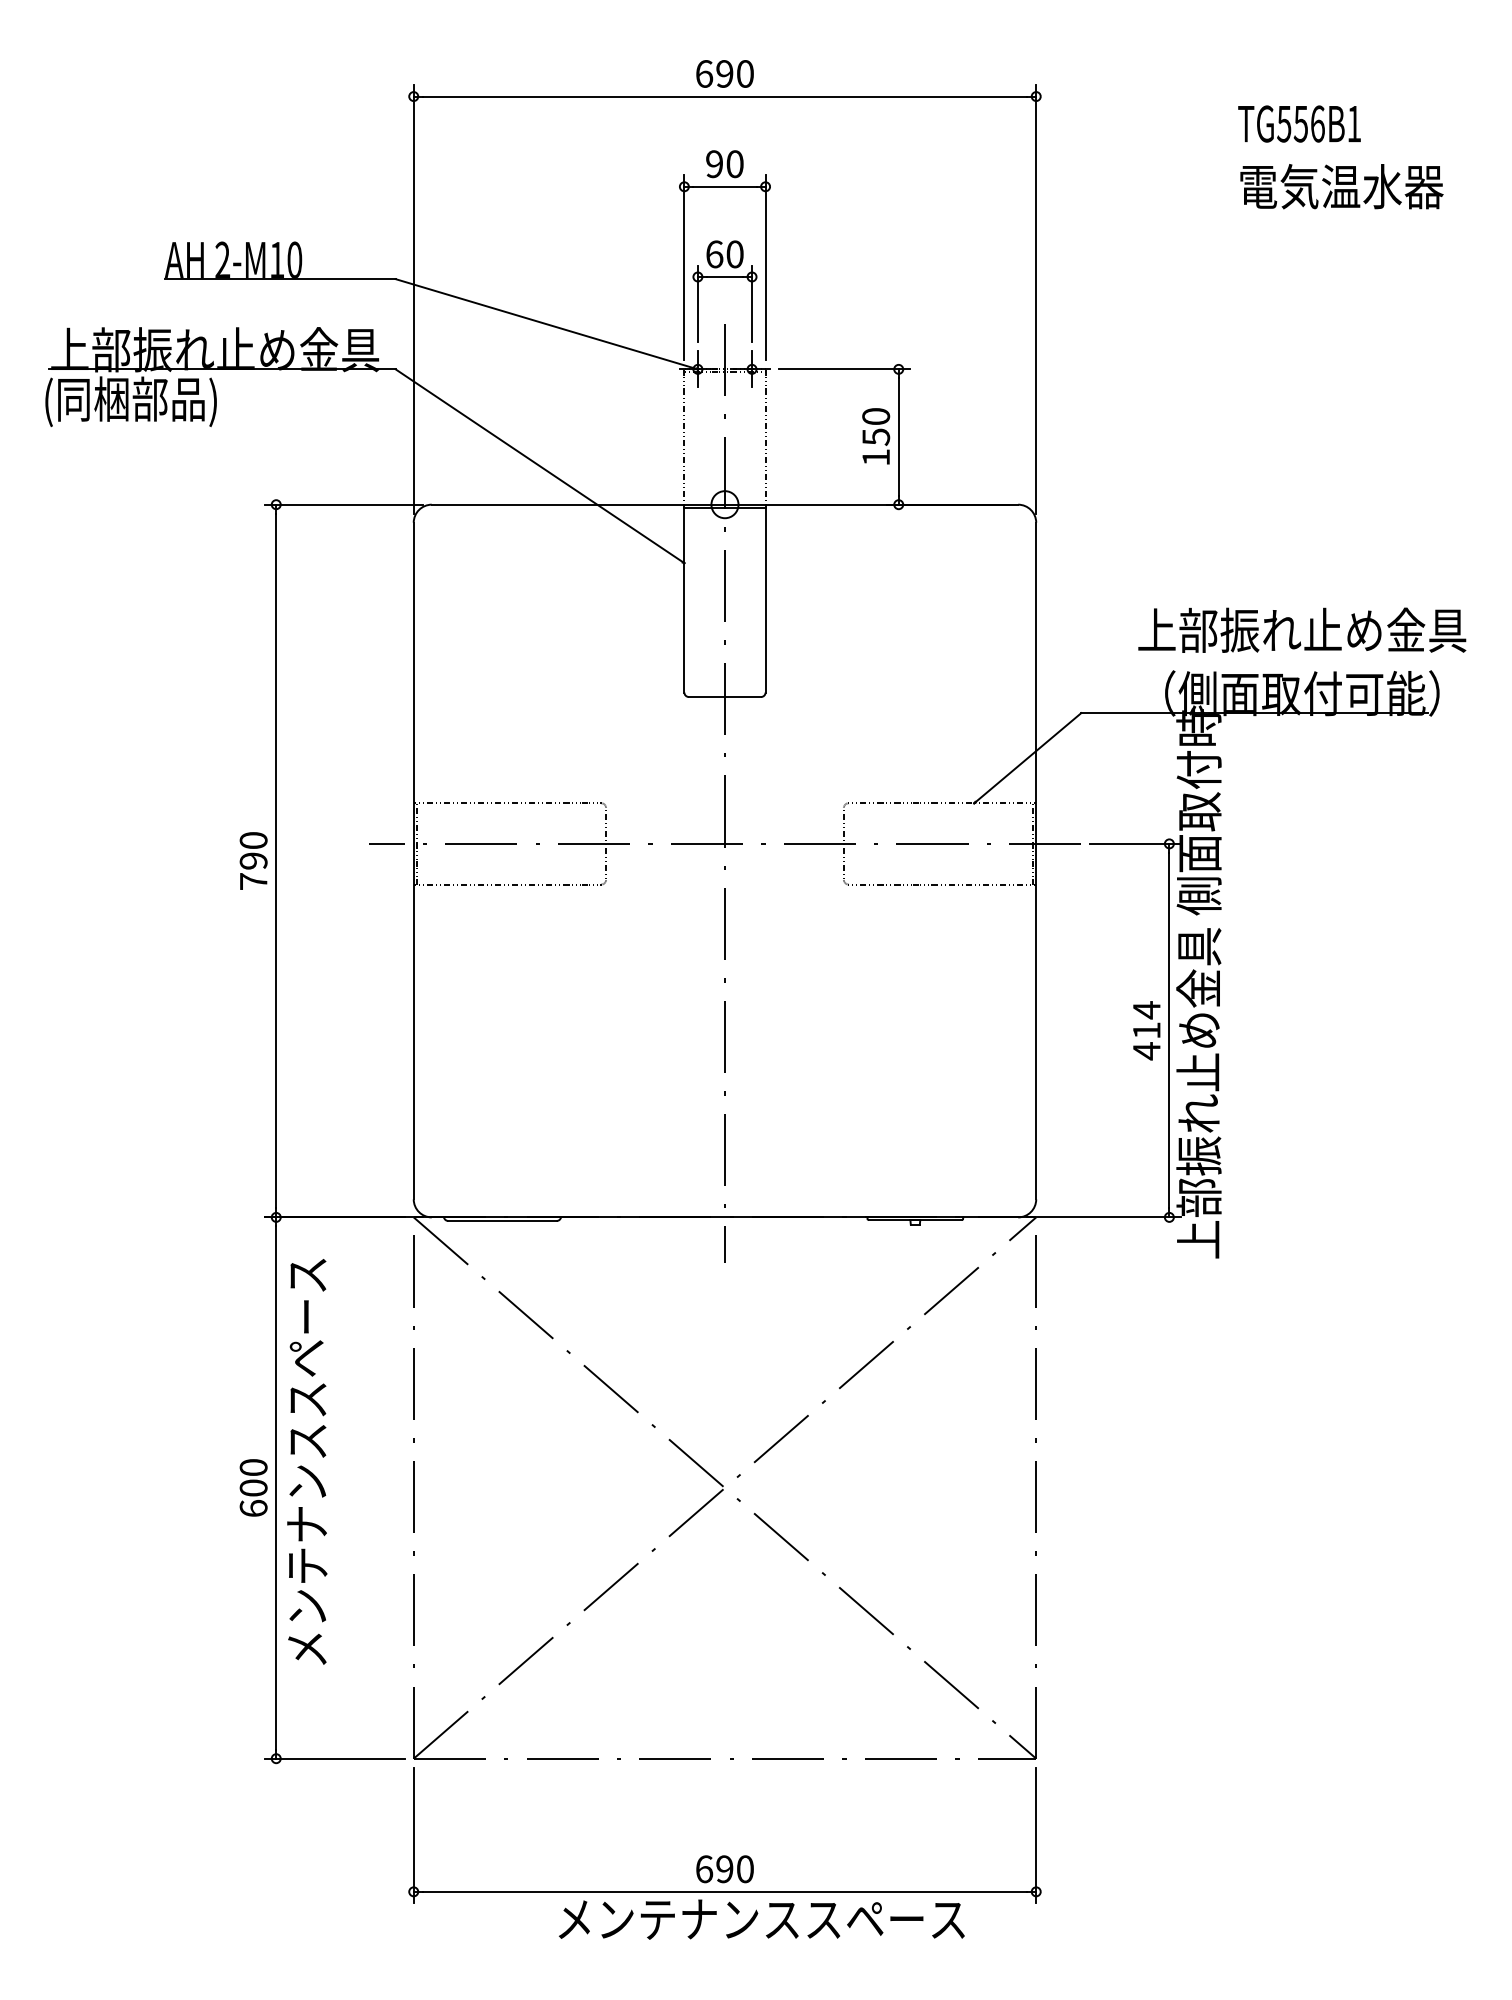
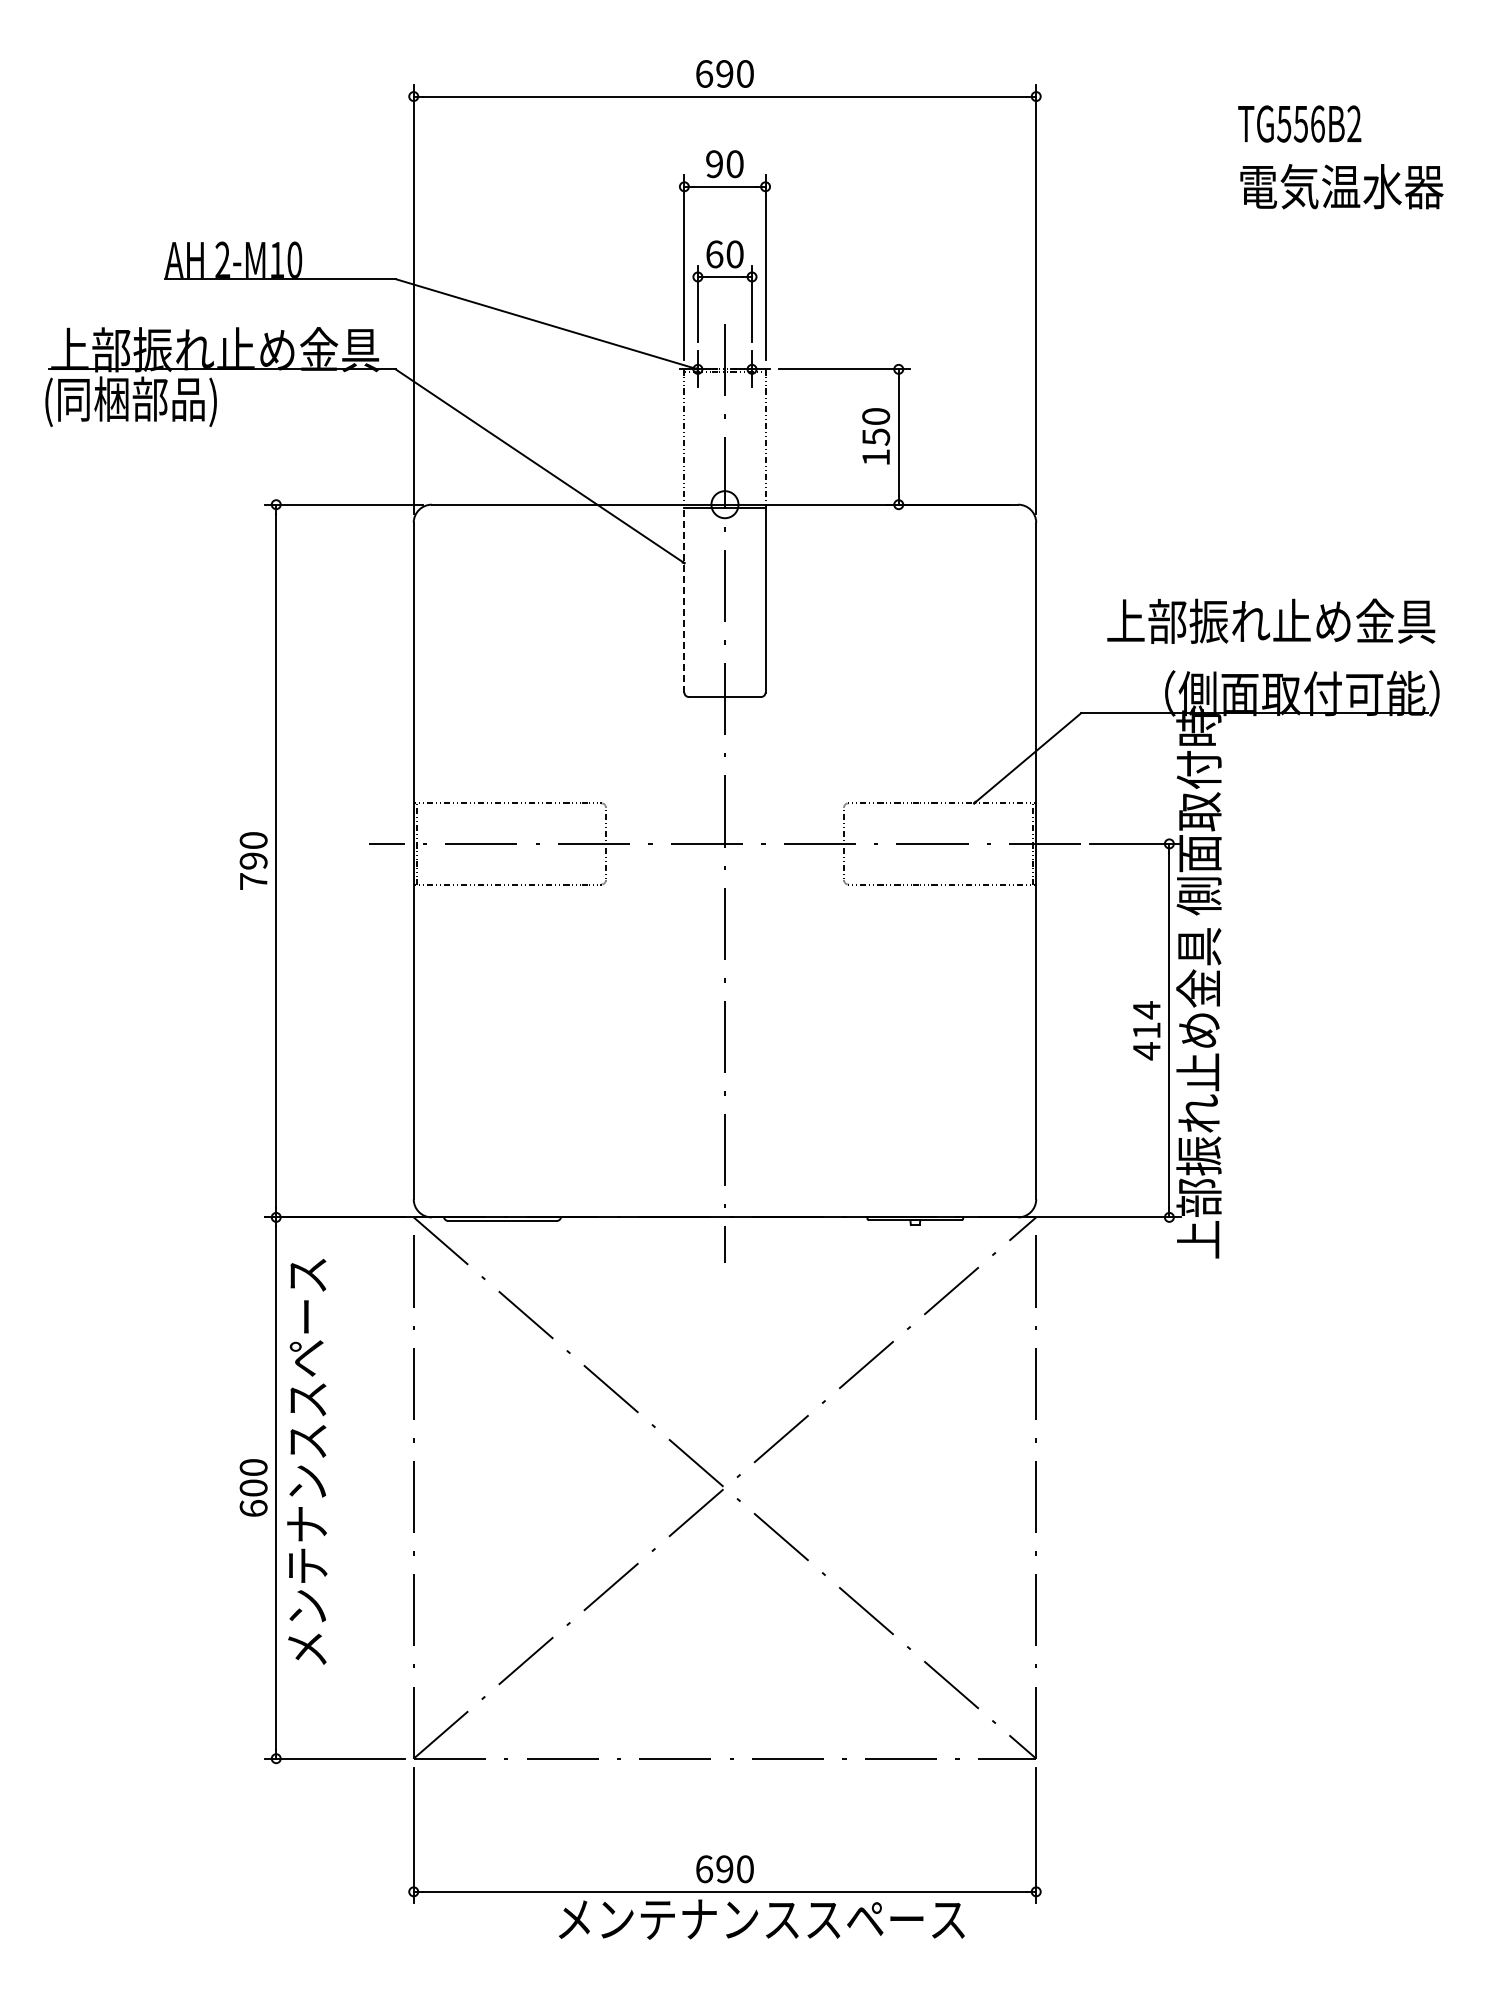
text at (1354, 123): TG556B1 -> TG556B2
line at (684, 598): solid -> dashed
text at (1302, 629) position: (1302, 629) -> (1271, 620)
